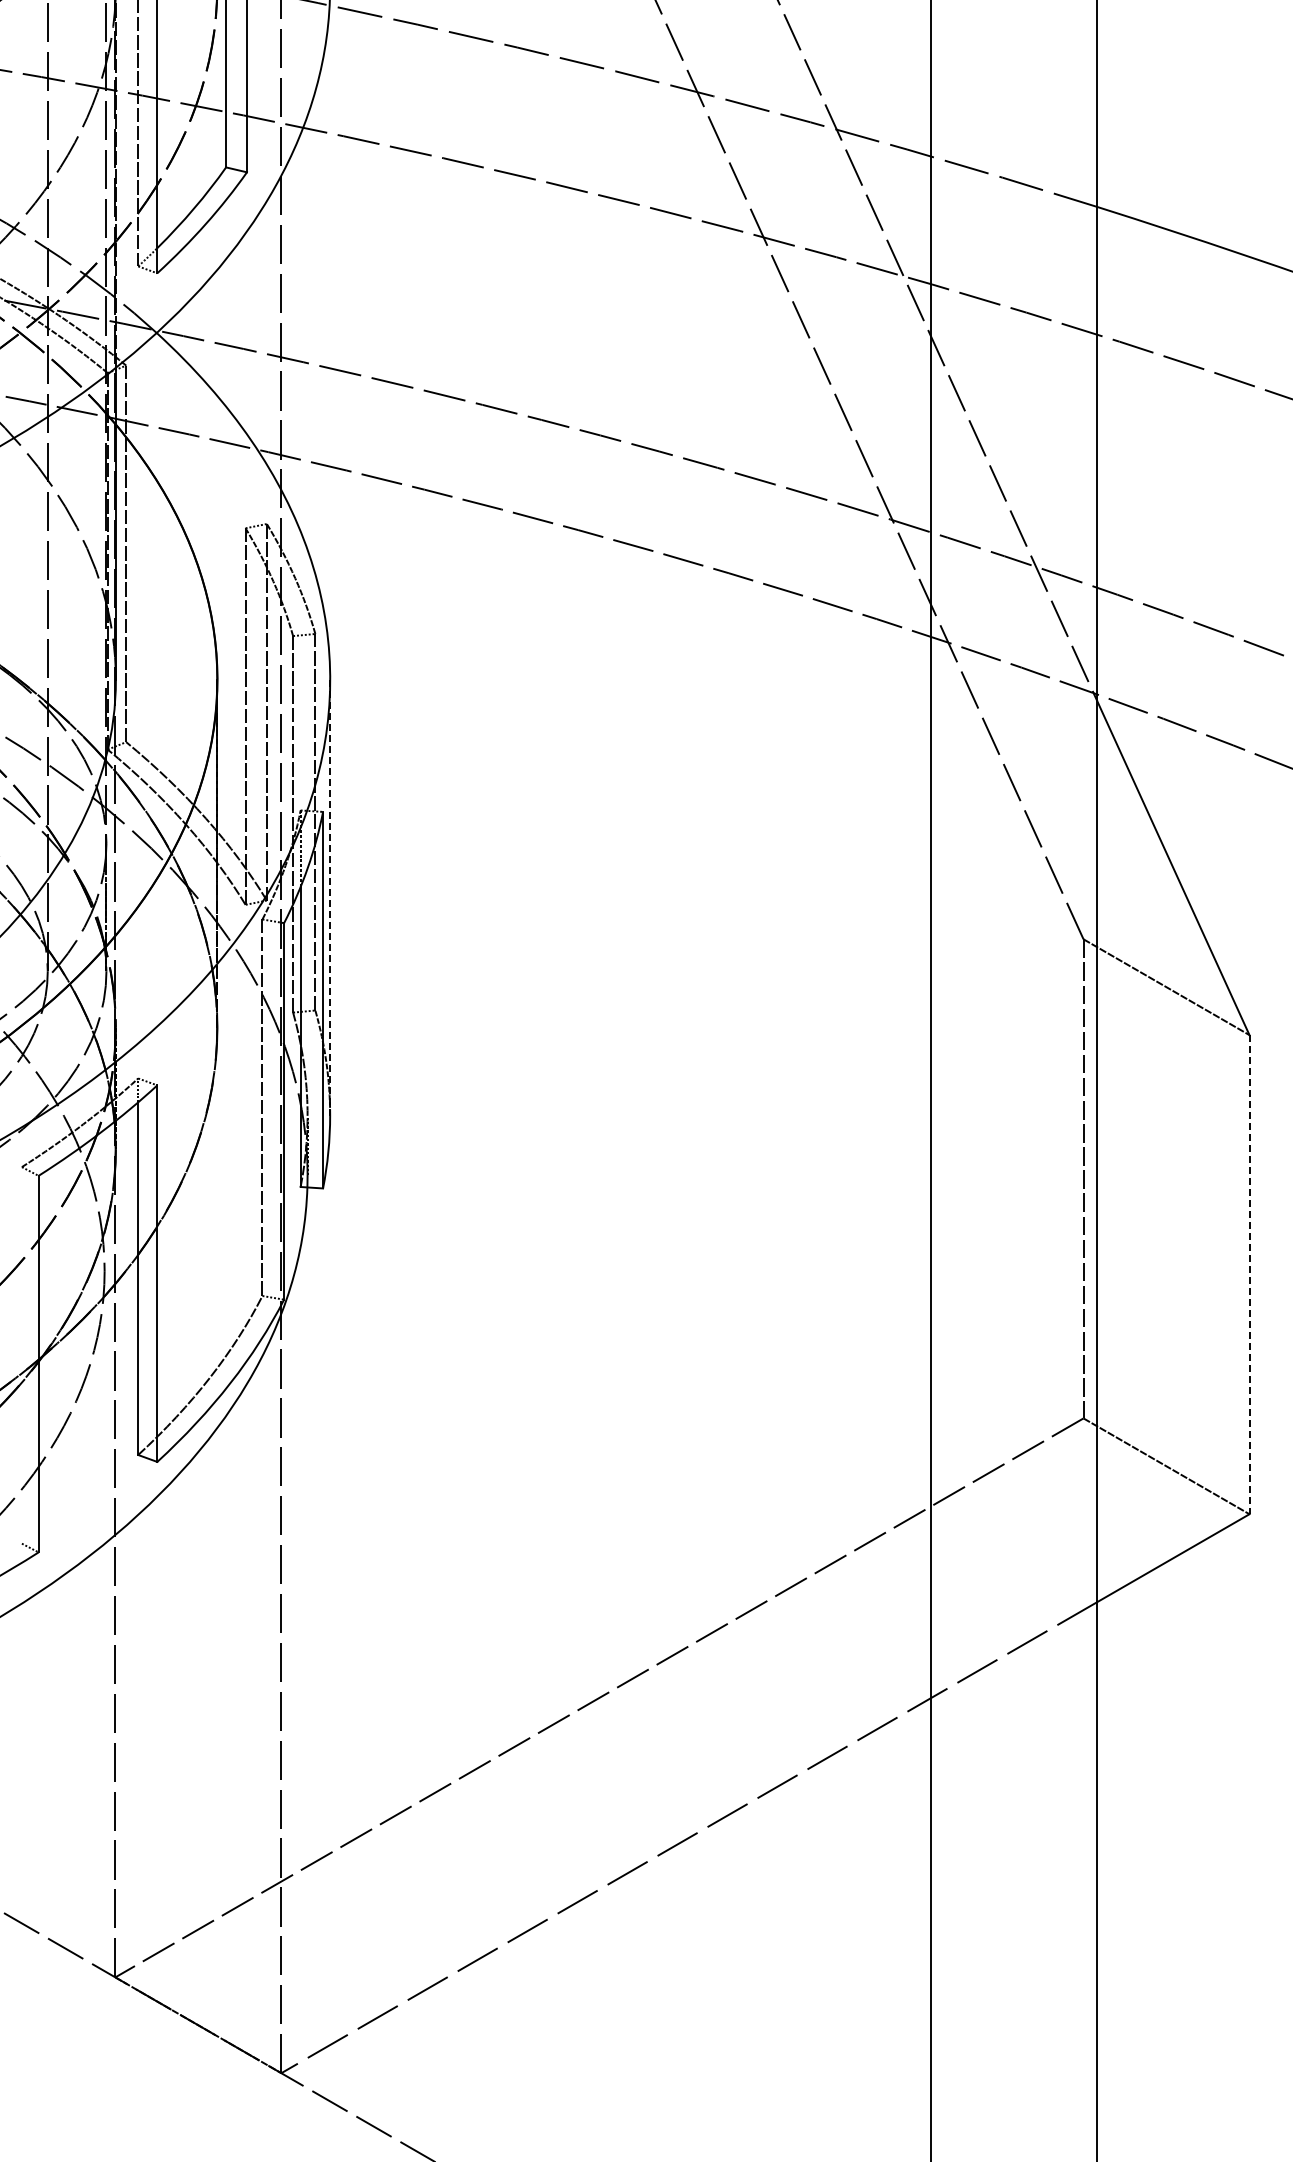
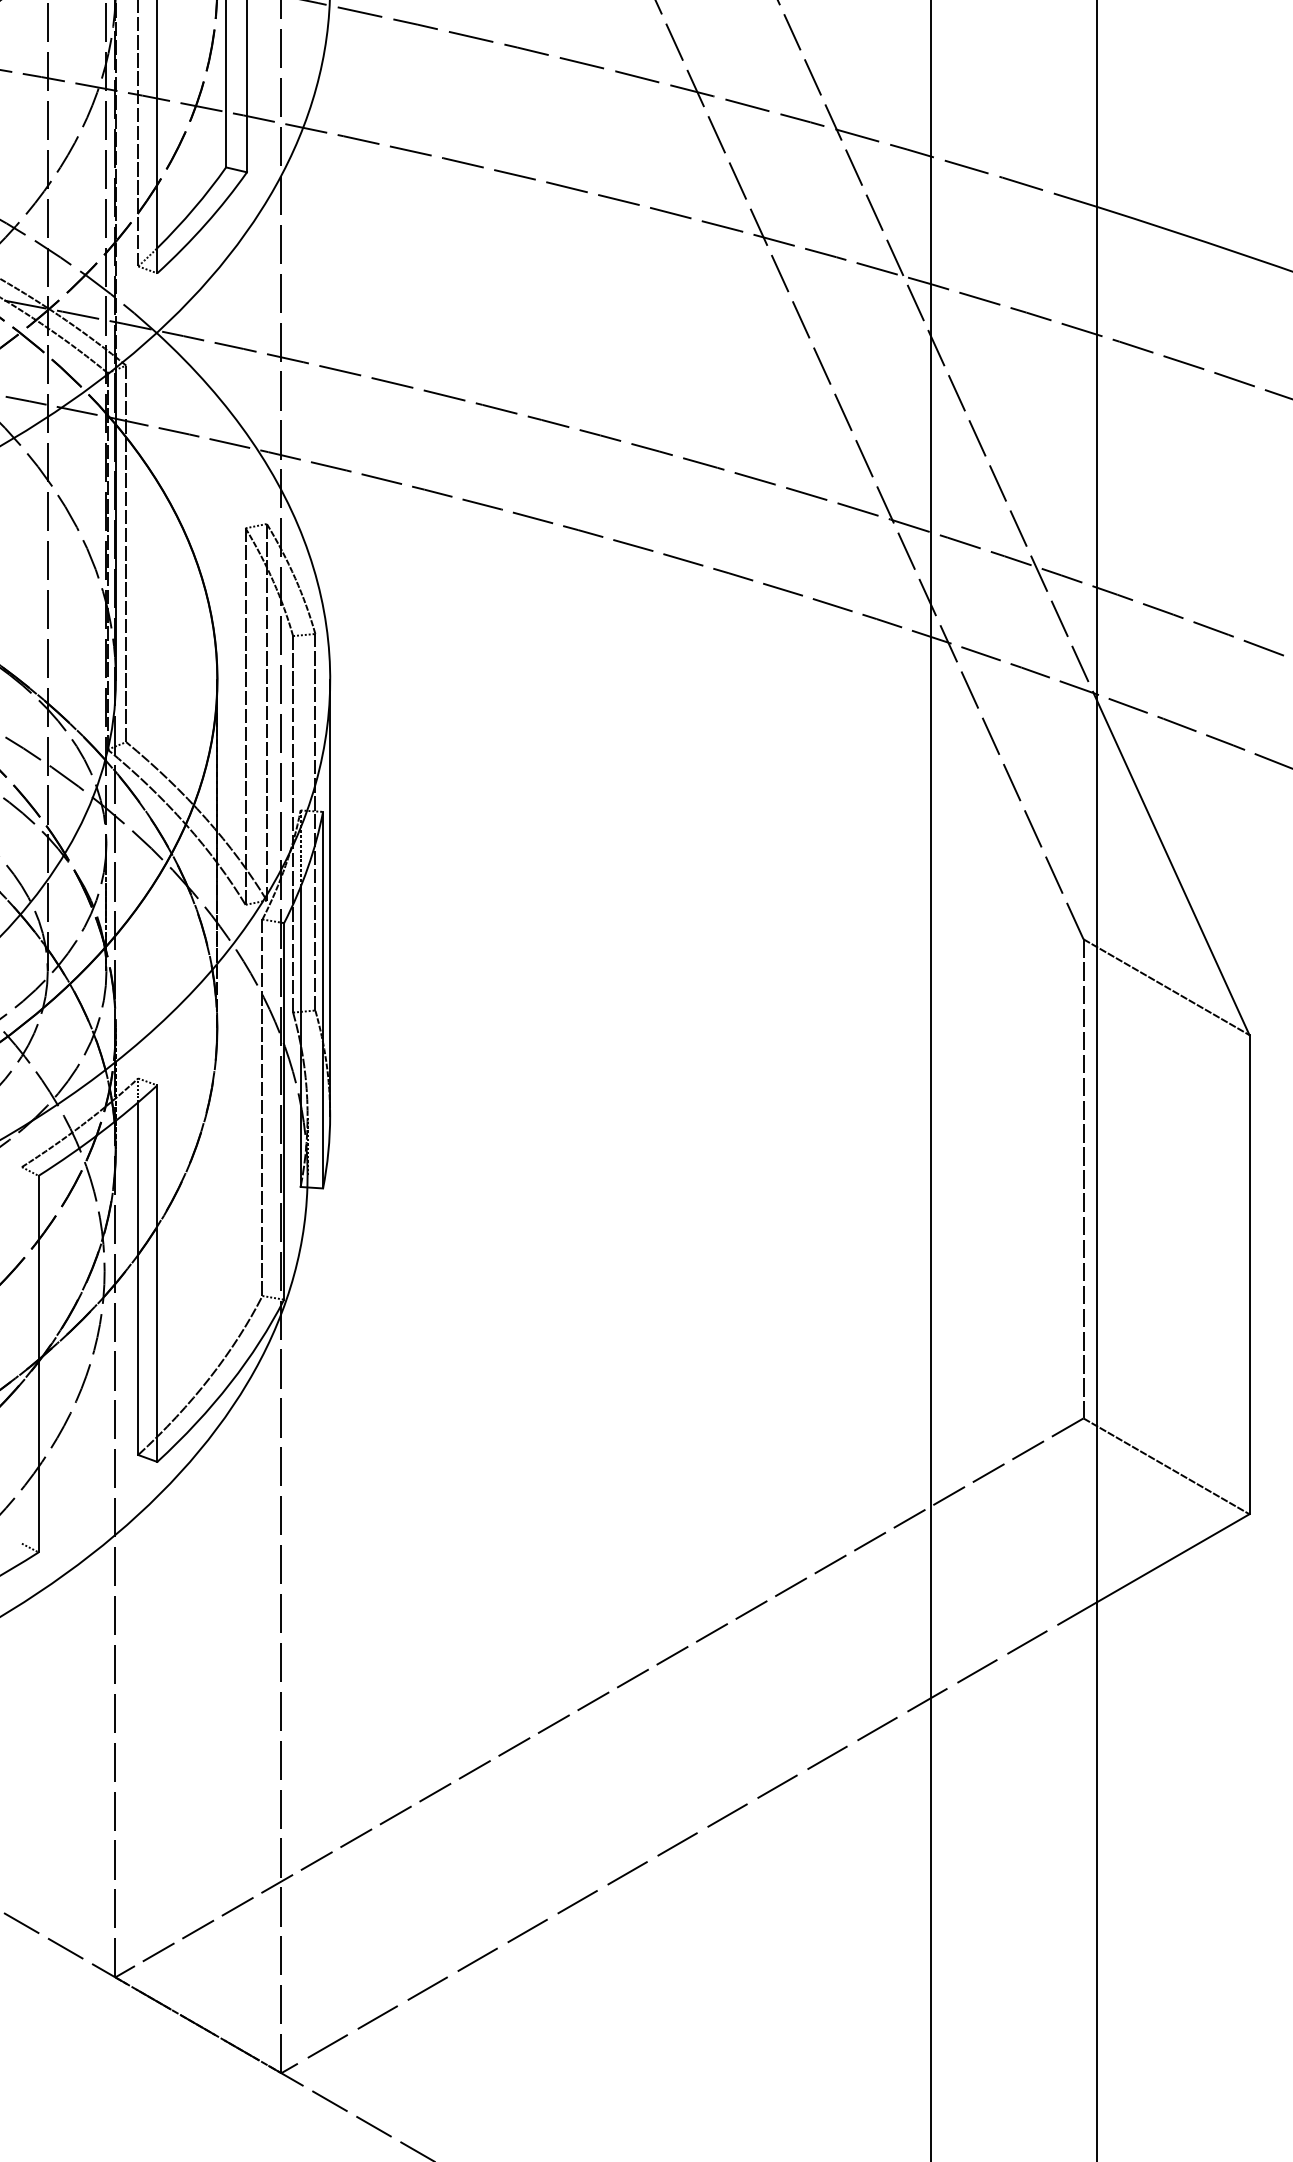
line at (330, 897): dashed -> solid
line at (1249, 1274): dashed -> solid
